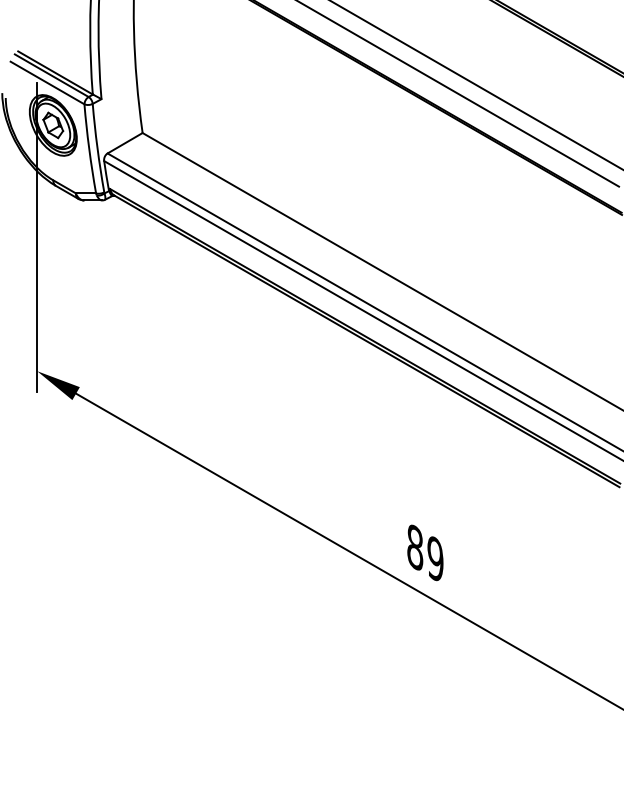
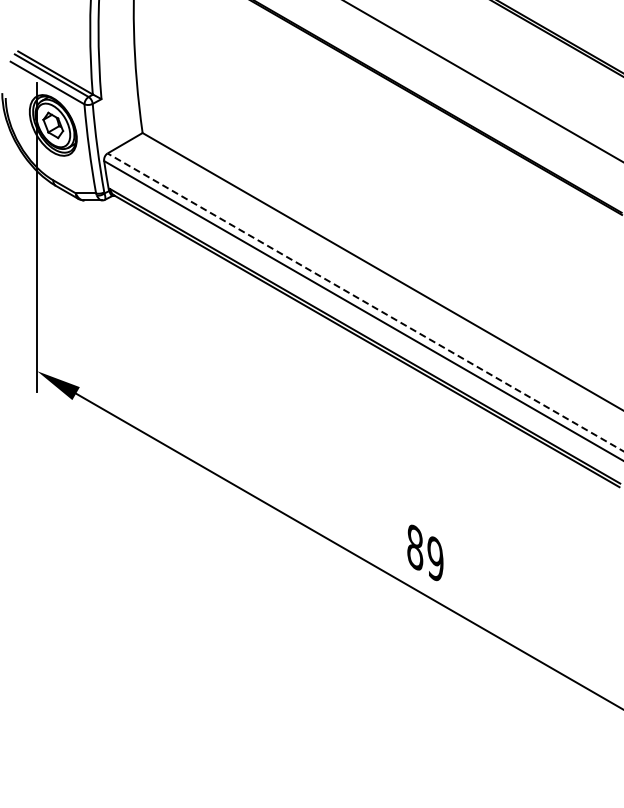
line at (476, 85) position: (476, 85) -> (483, 81)
line at (459, 94): present -> none
line at (365, 302): solid -> dashed
